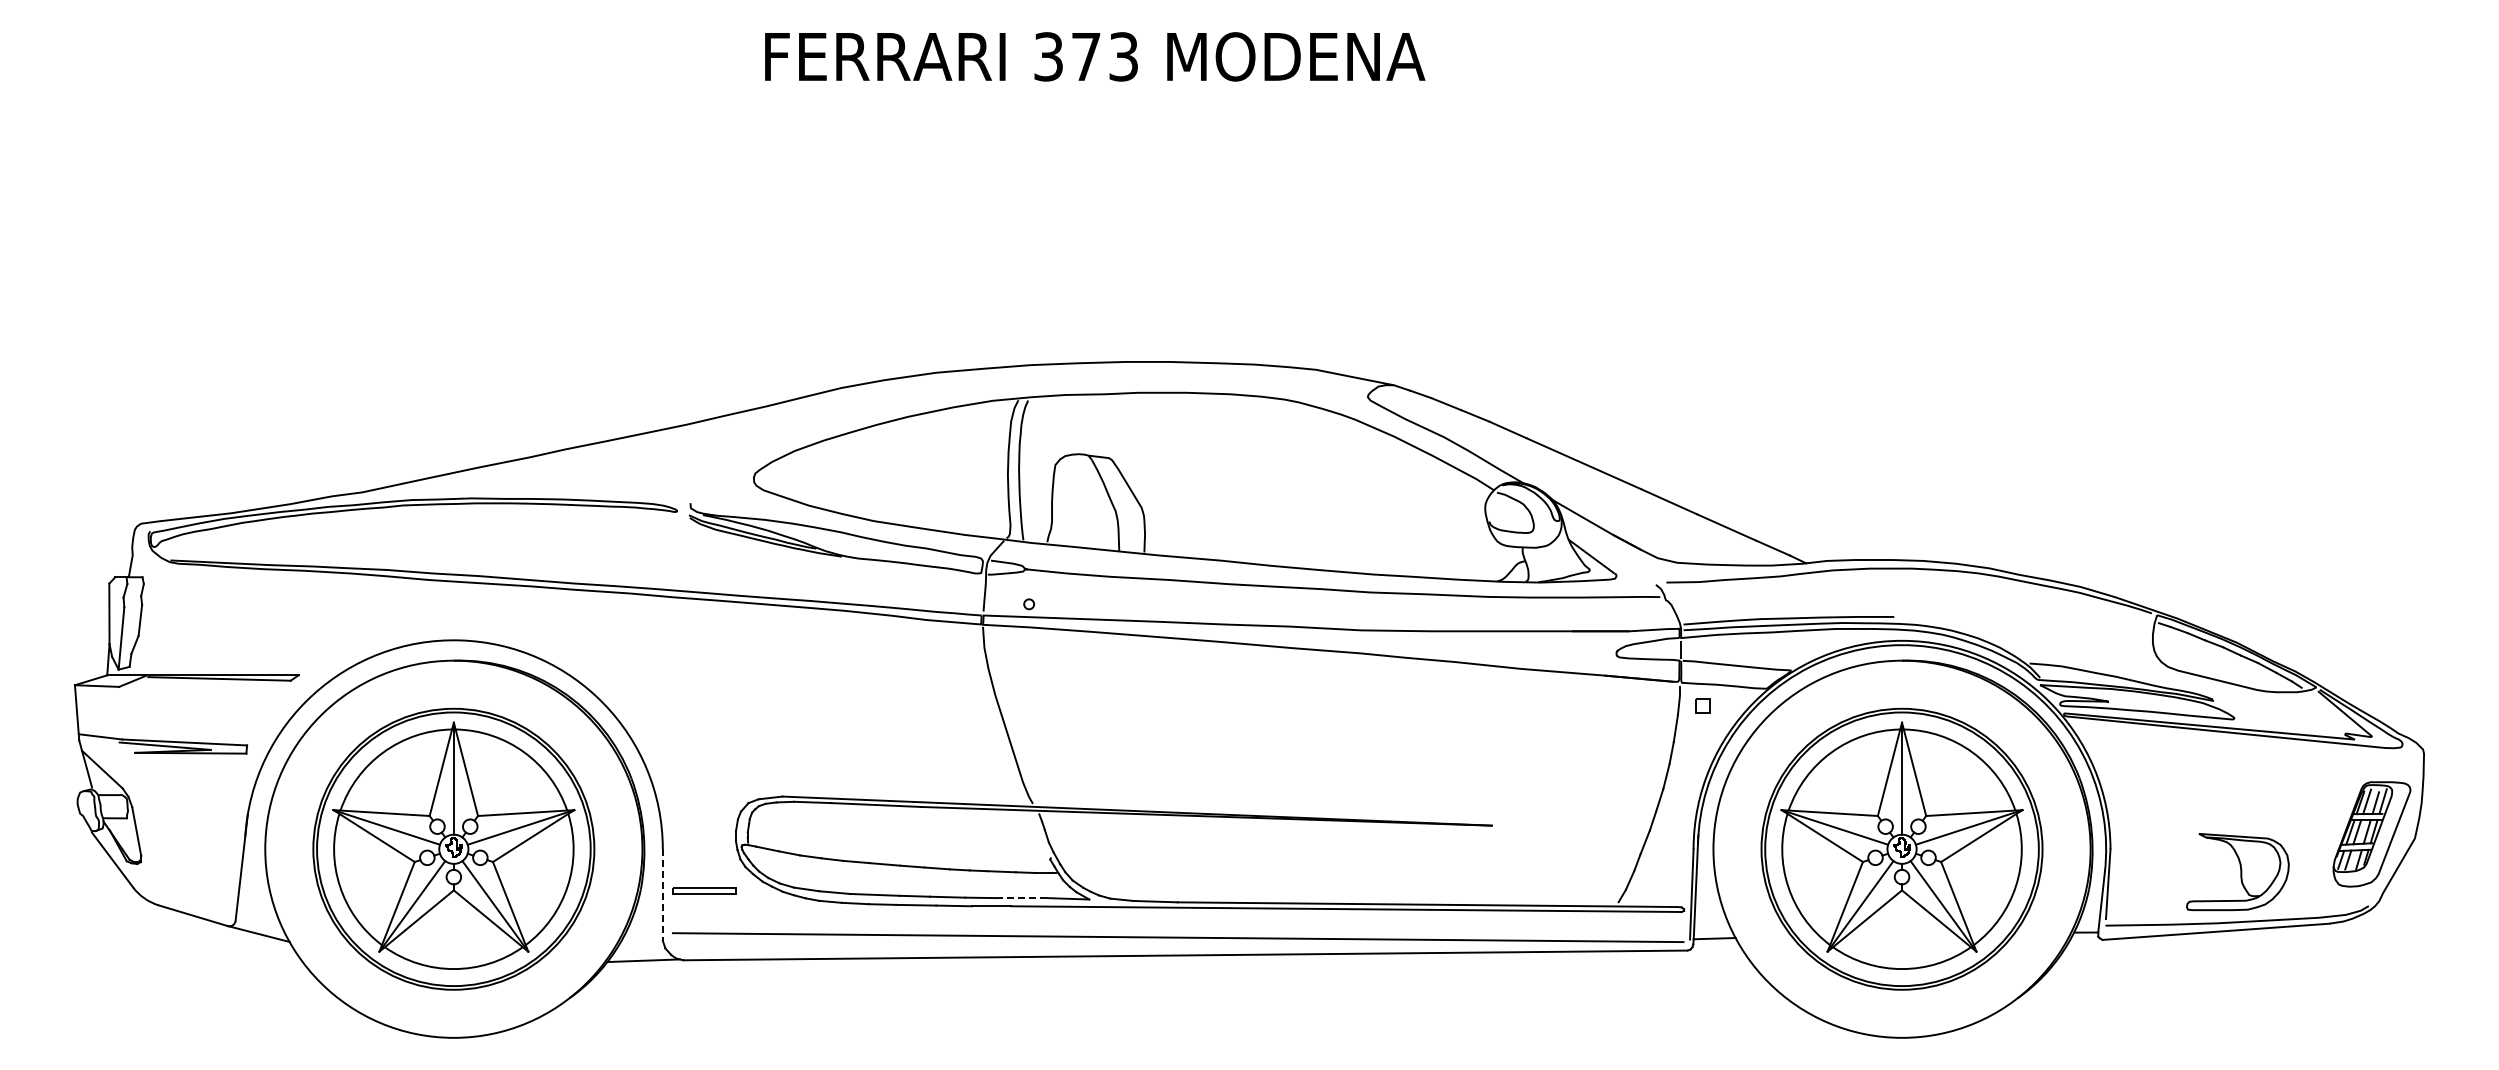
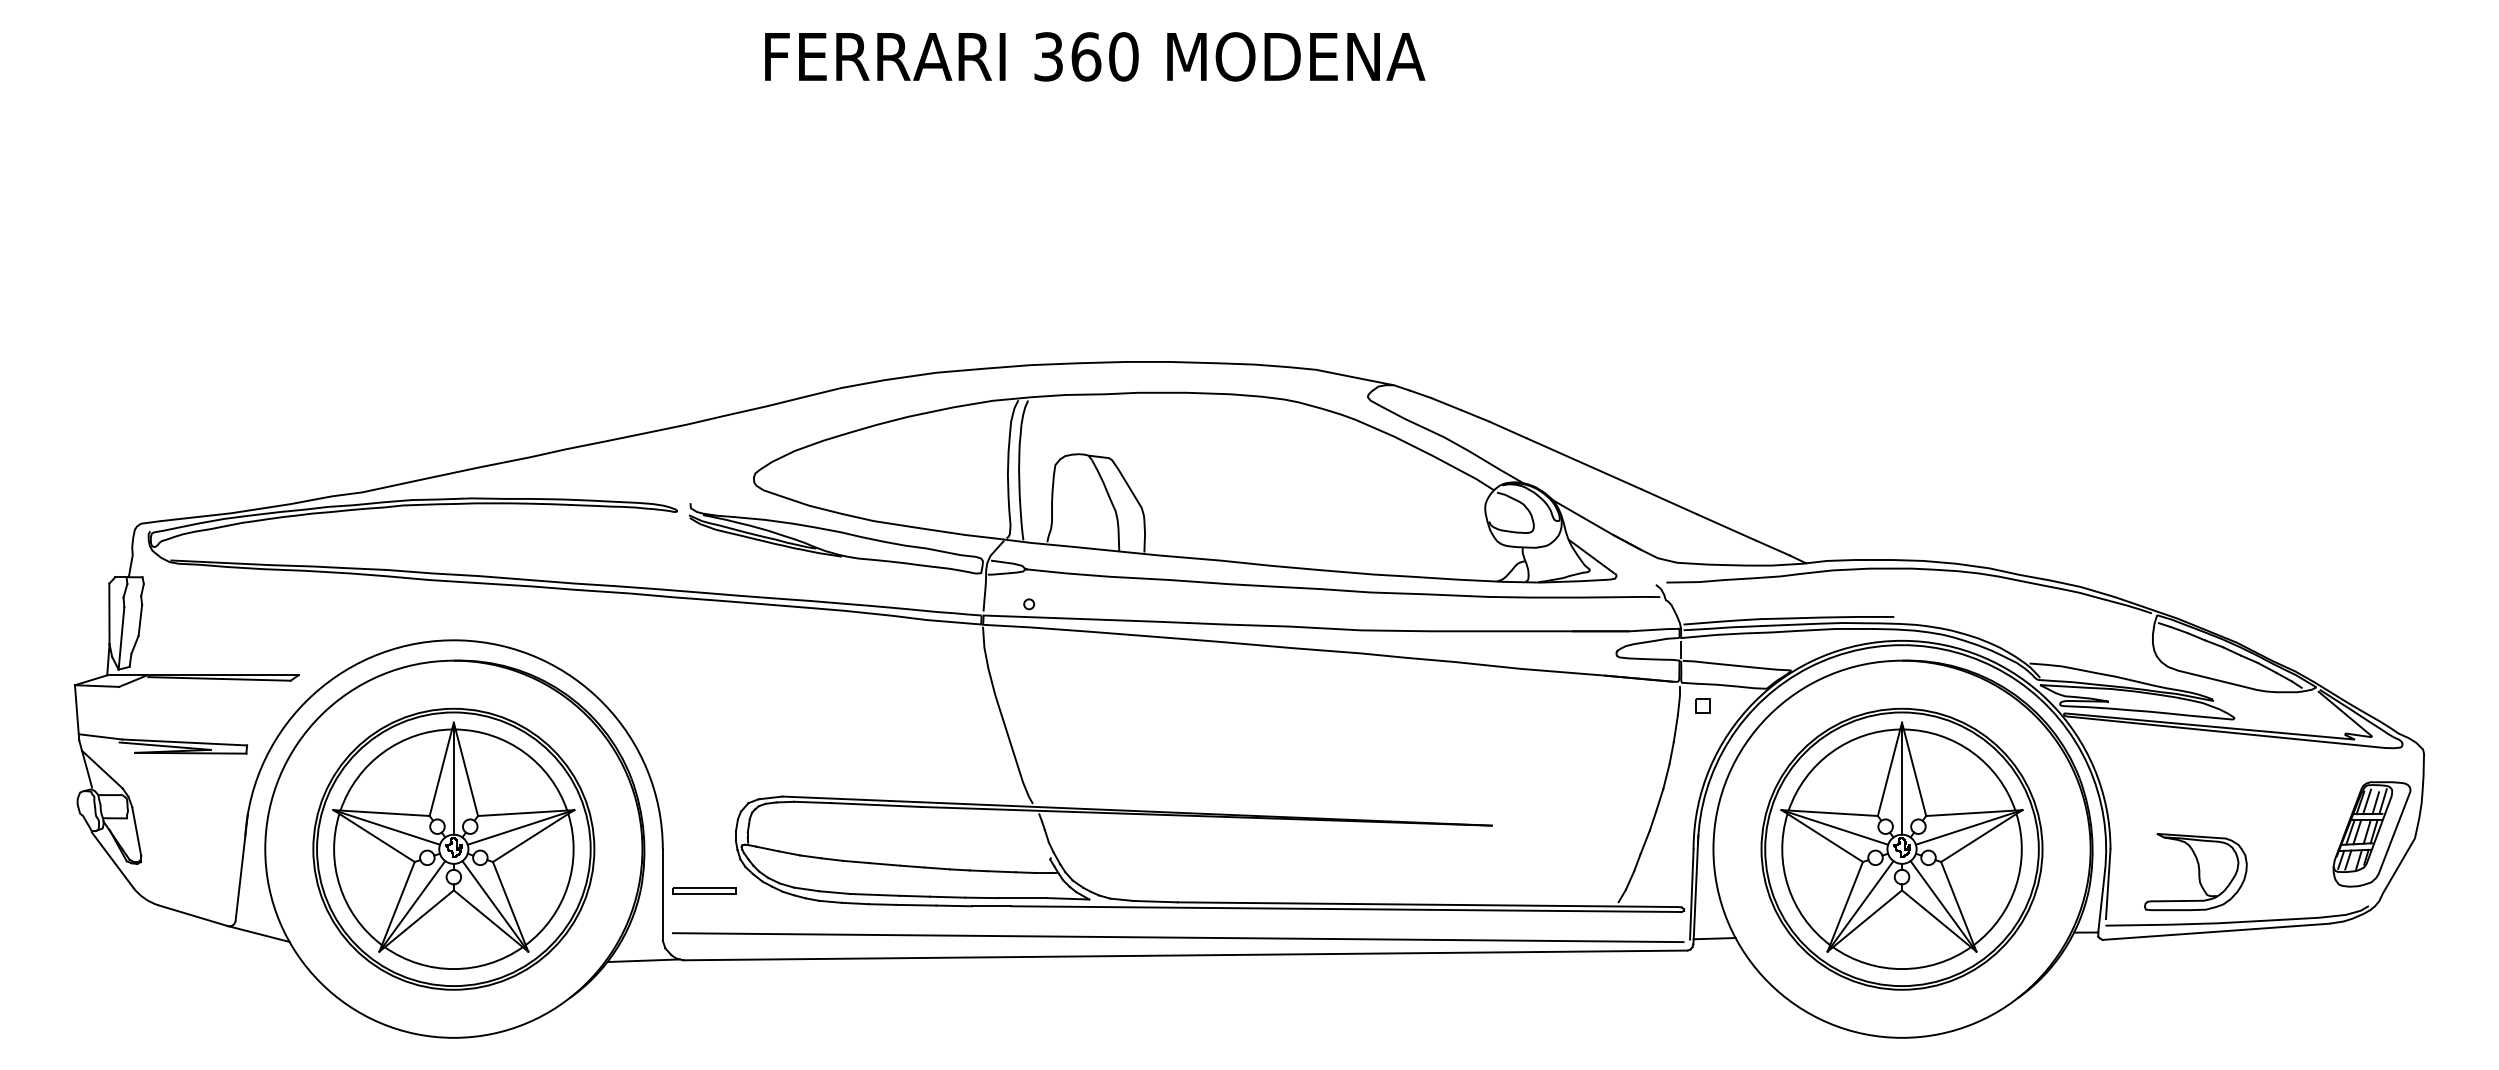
text at (1104, 56): 373 -> 360
part at (2237, 872) position: (2237, 872) -> (2195, 872)
line at (662, 895): dashed -> solid
line at (1022, 898): dashed -> solid
